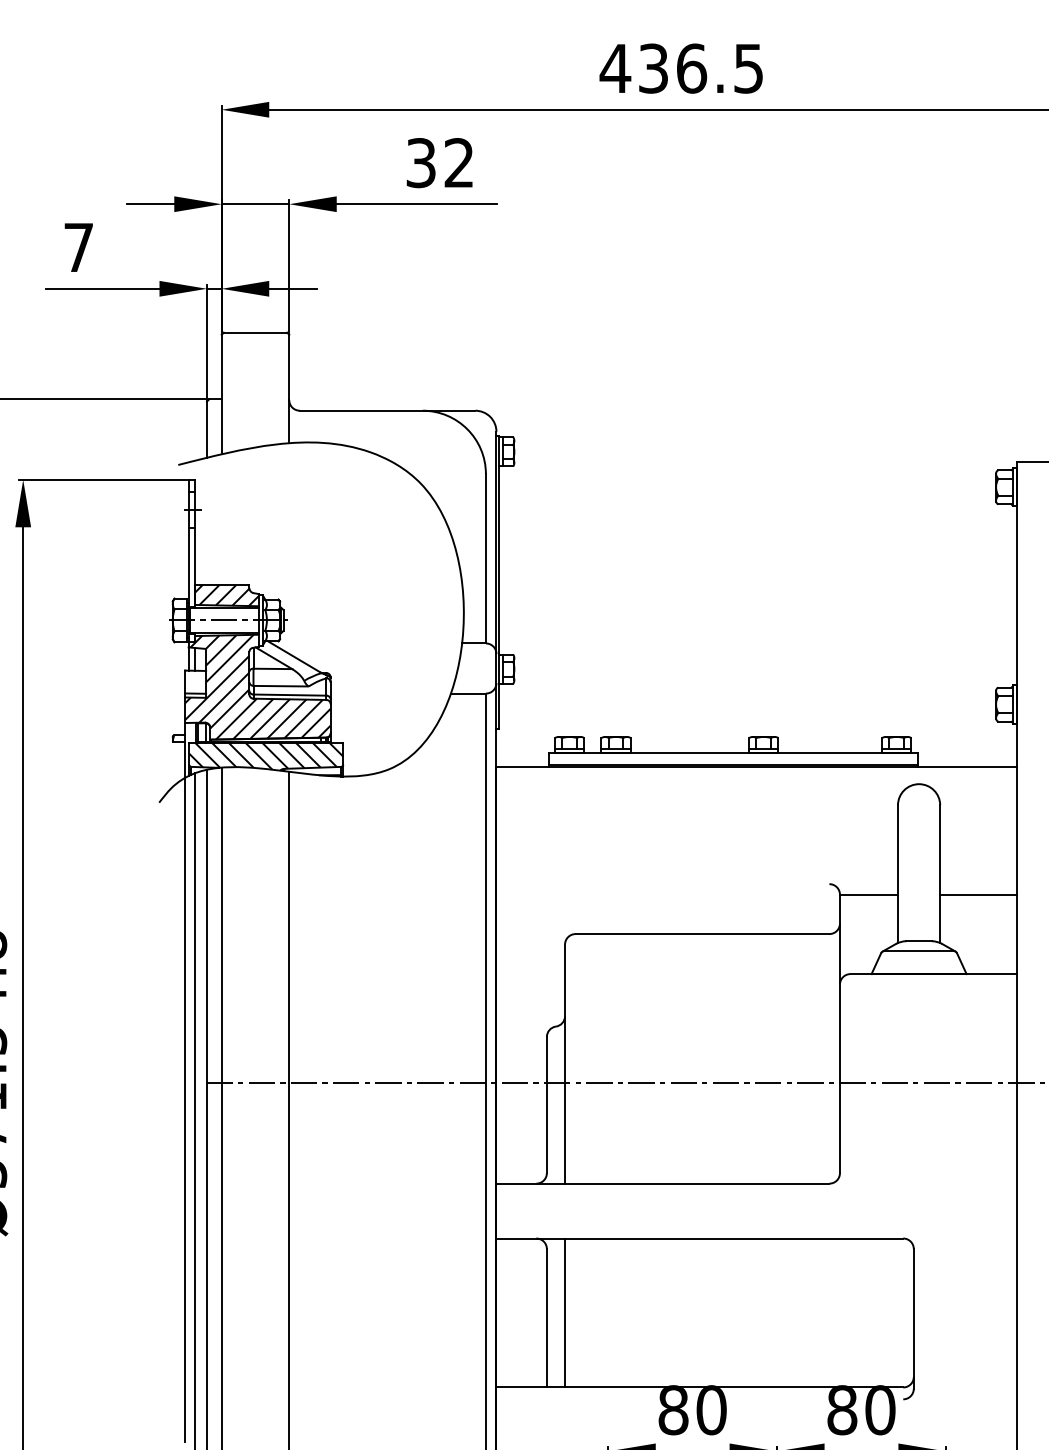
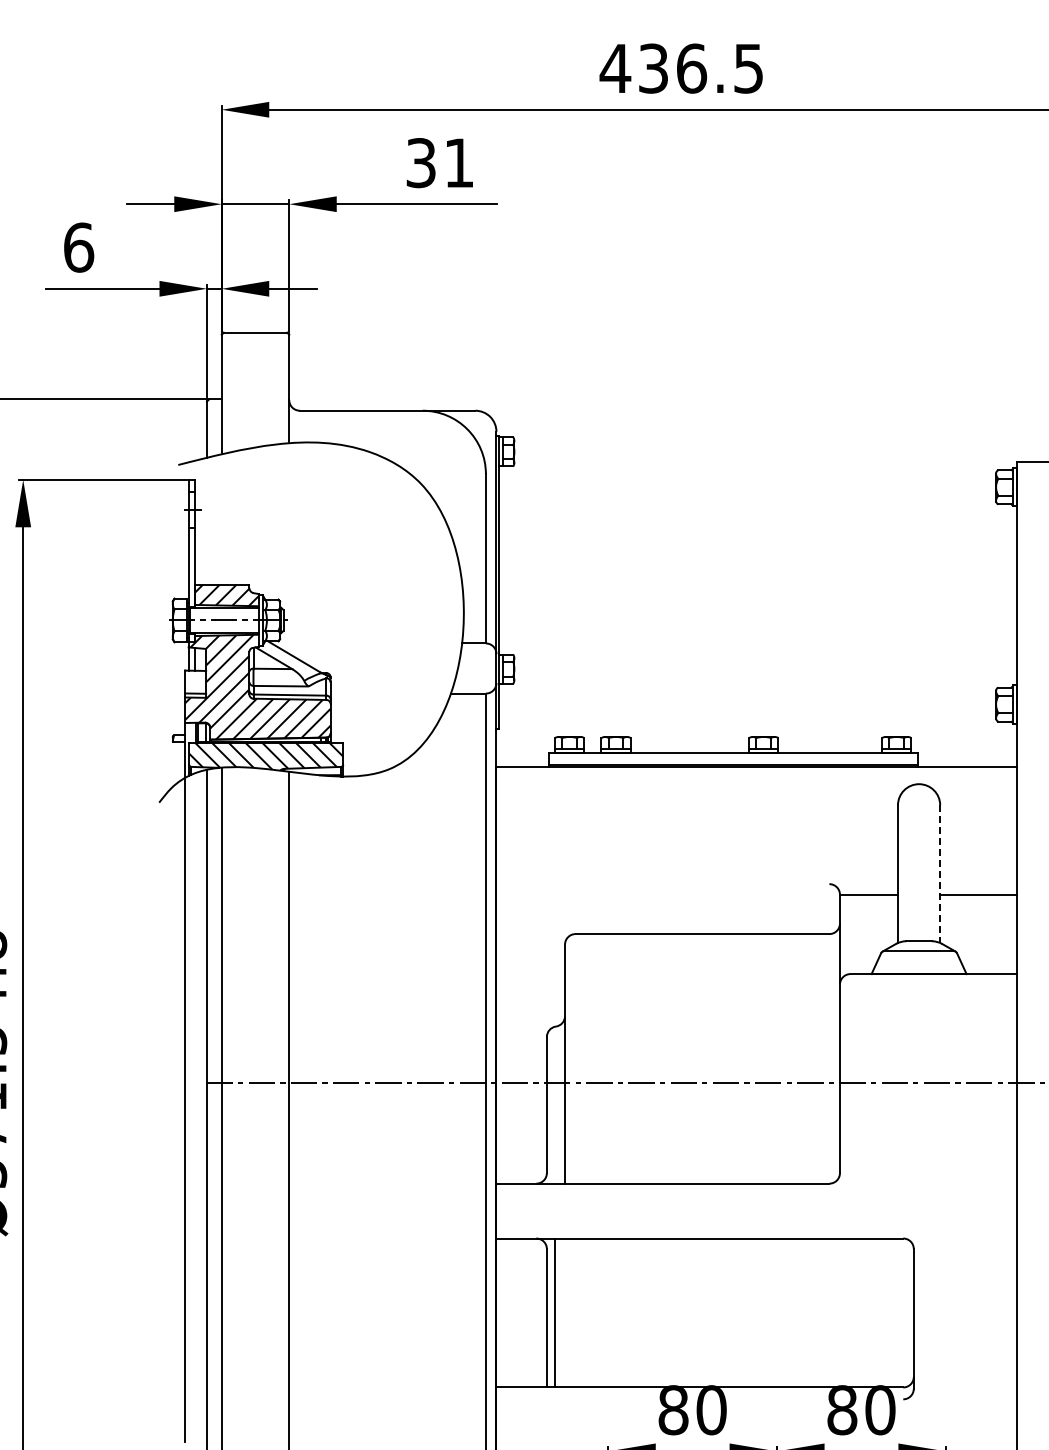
text at (458, 162): 32 -> 31
text at (79, 247): 7 -> 6
line at (940, 874): solid -> dashed
line at (194, 1109): present -> none
line at (565, 1312) position: (565, 1312) -> (555, 1312)
